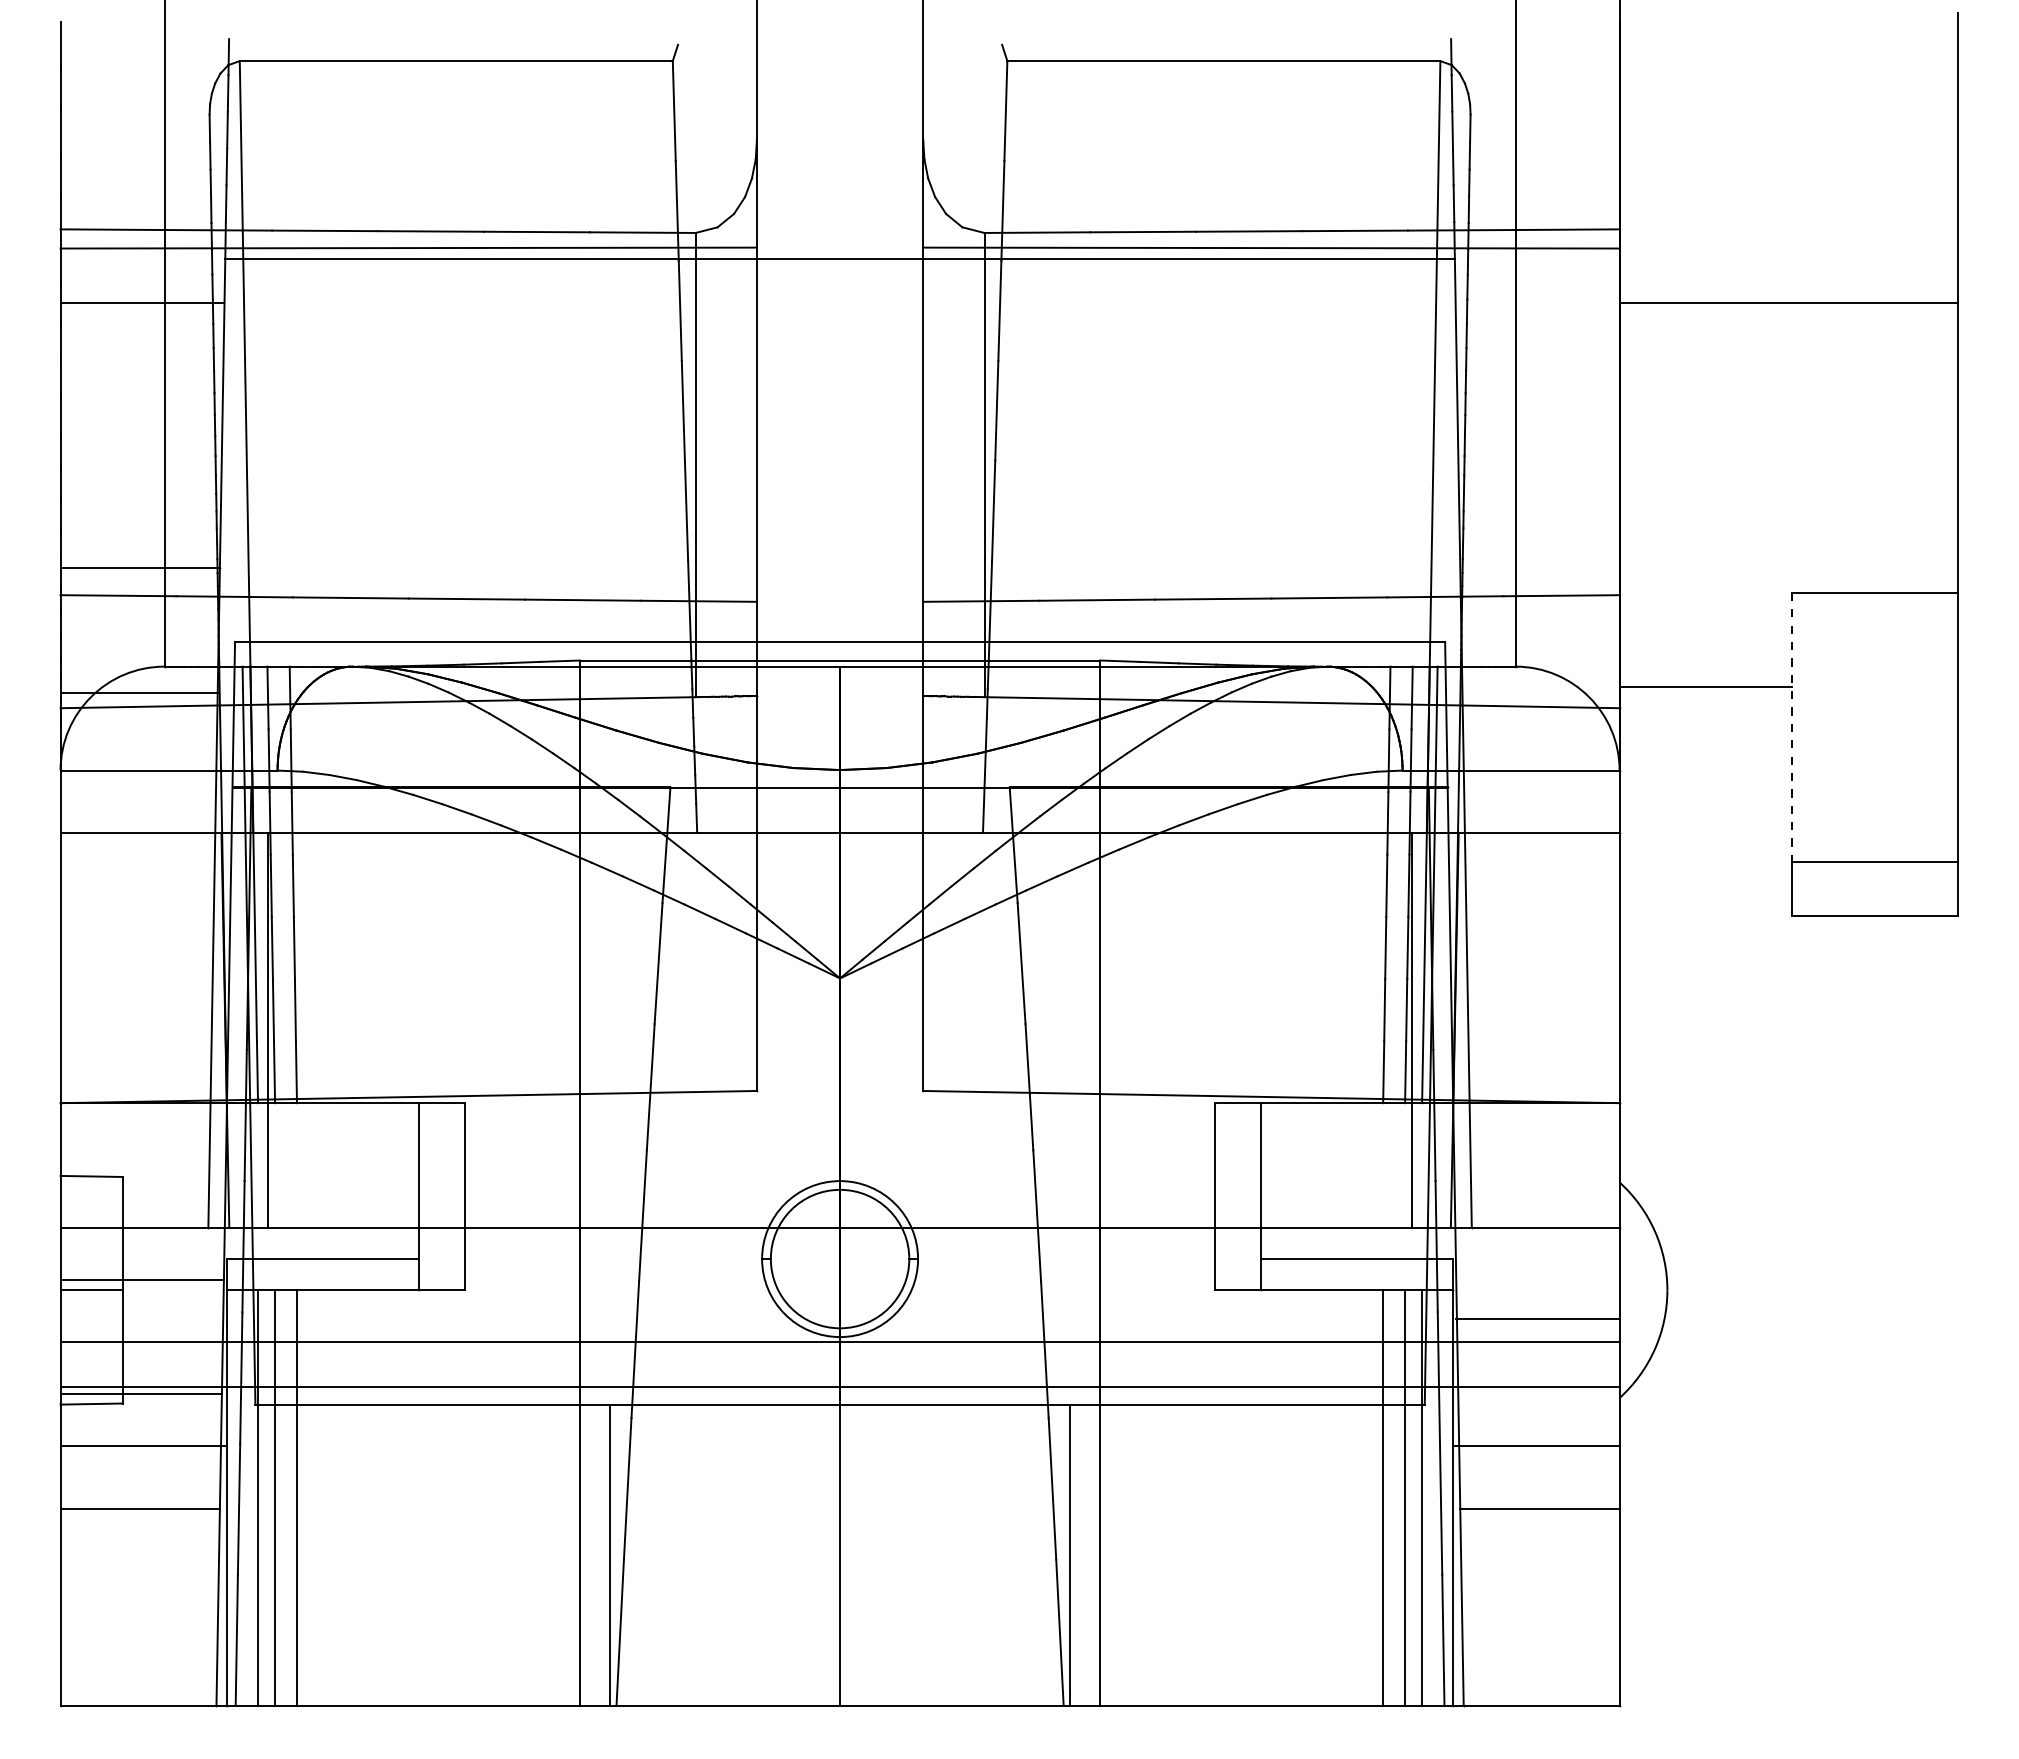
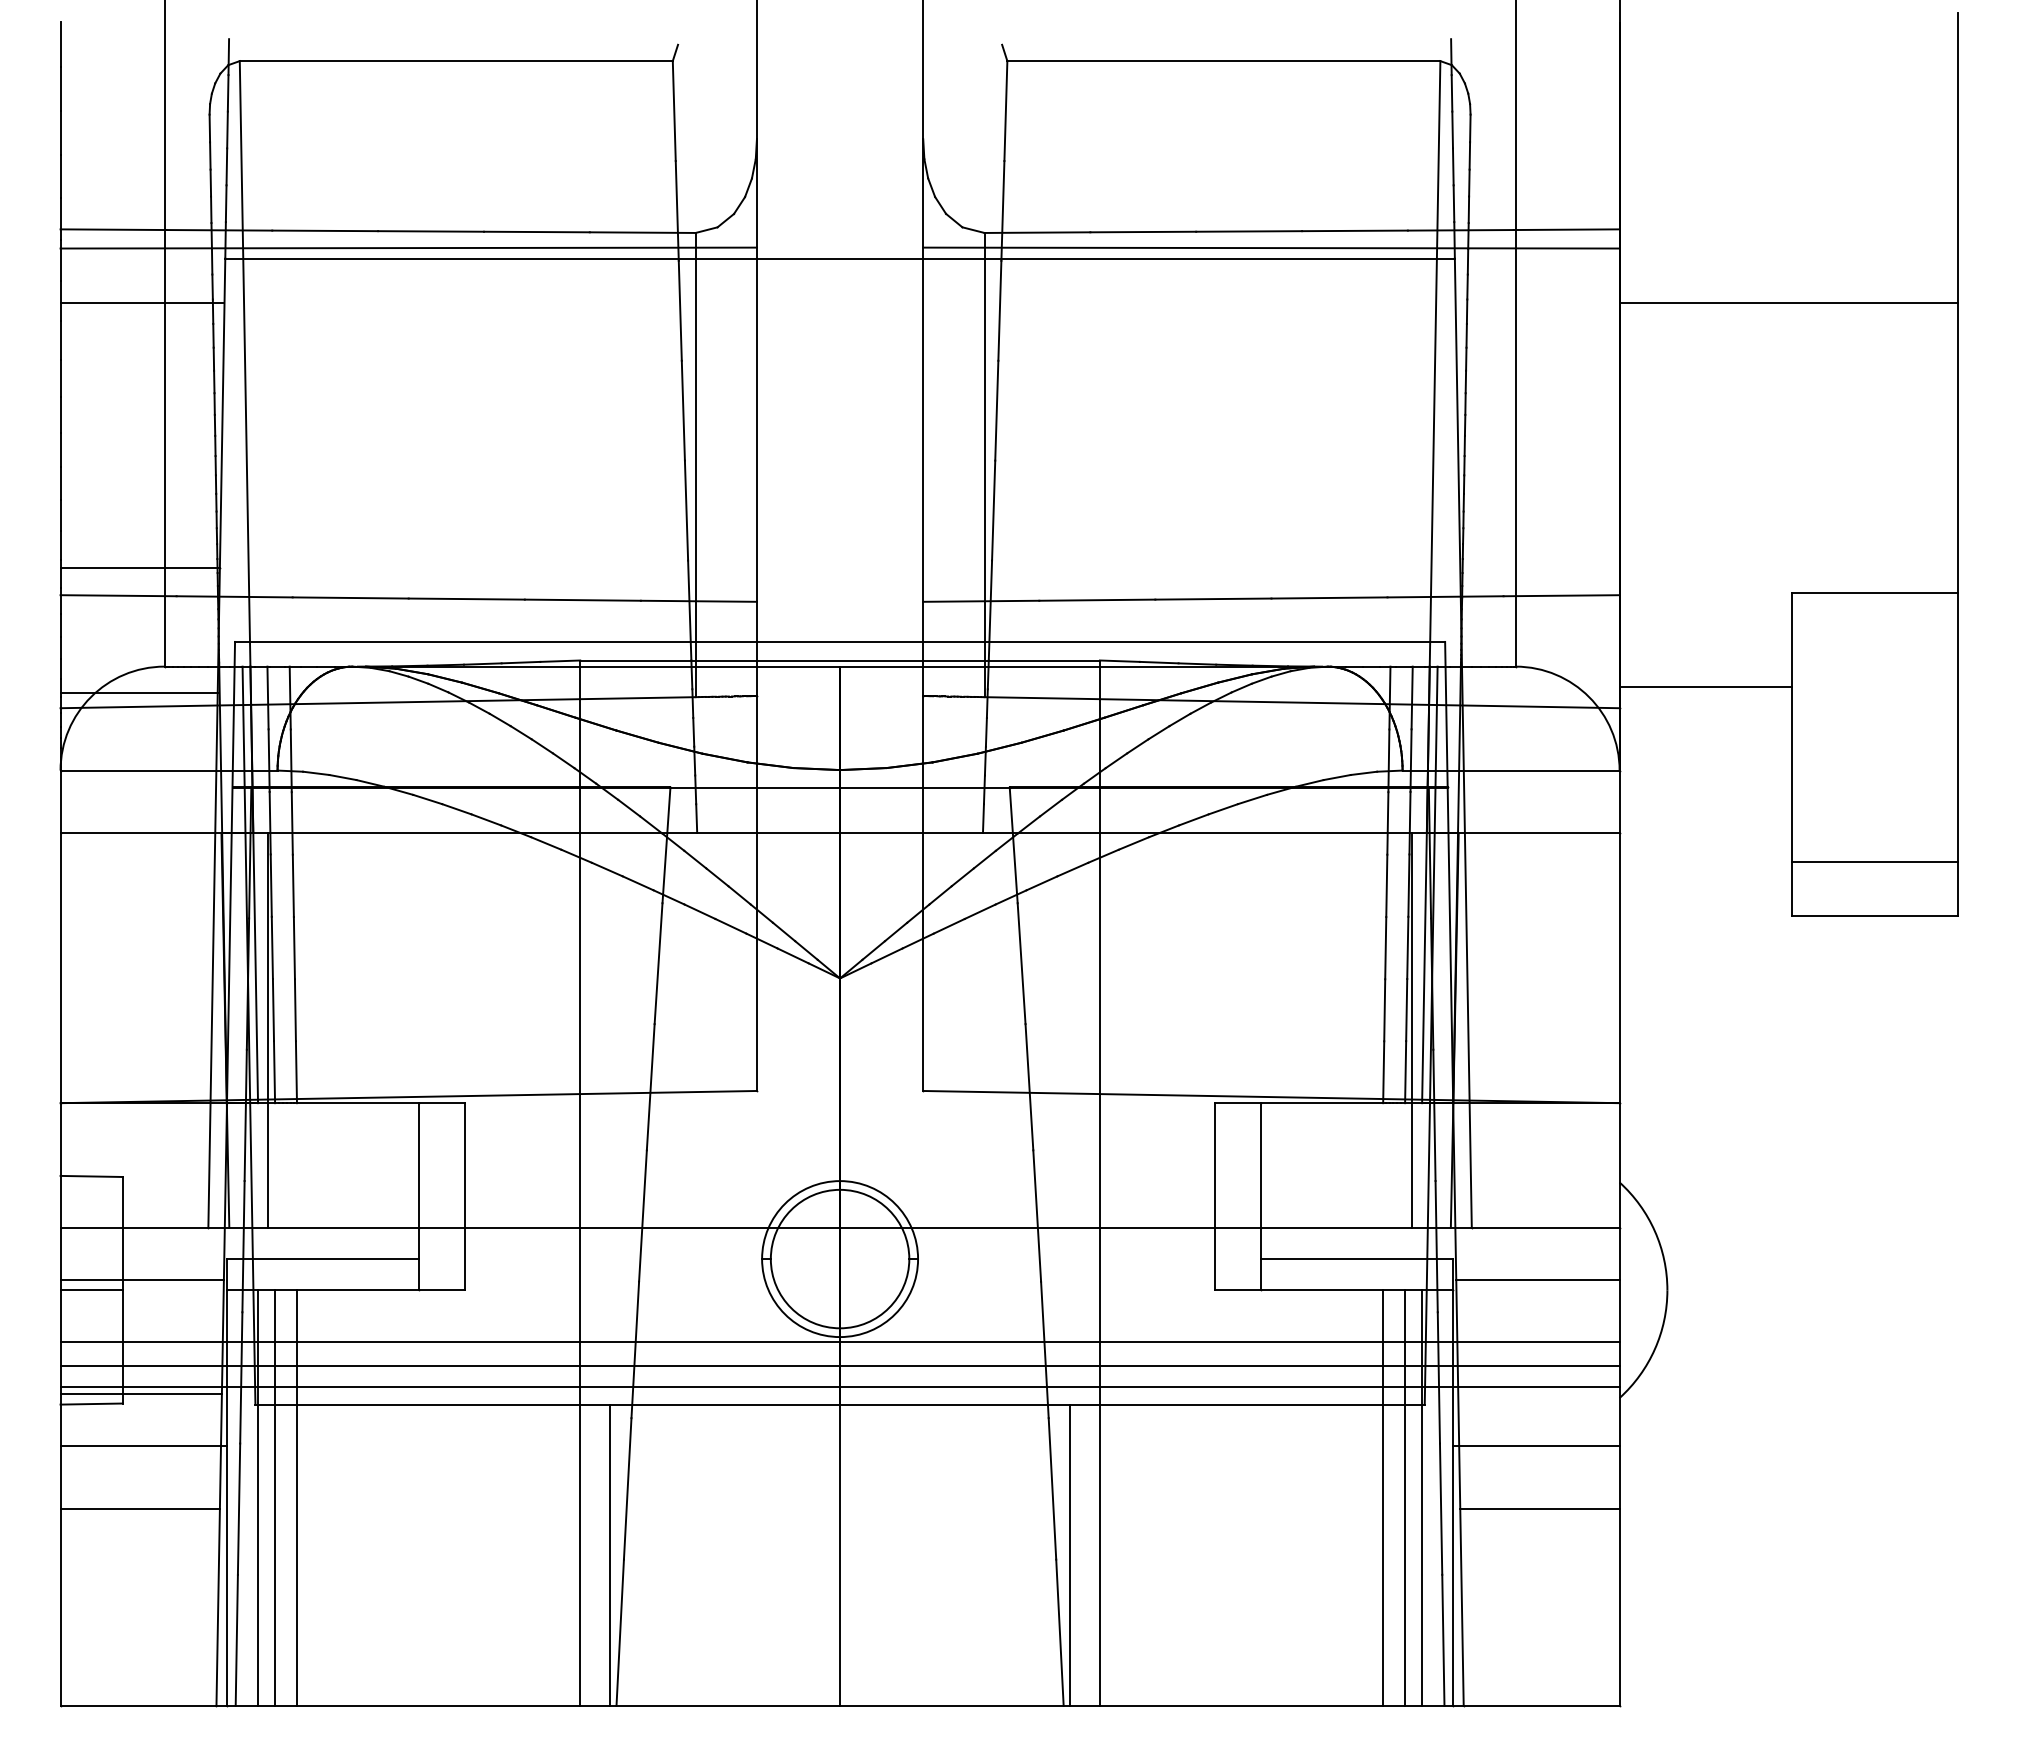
line at (1792, 727): dashed -> solid
line at (1537, 1318) position: (1537, 1318) -> (1537, 1279)
line at (839, 1366): none -> present
